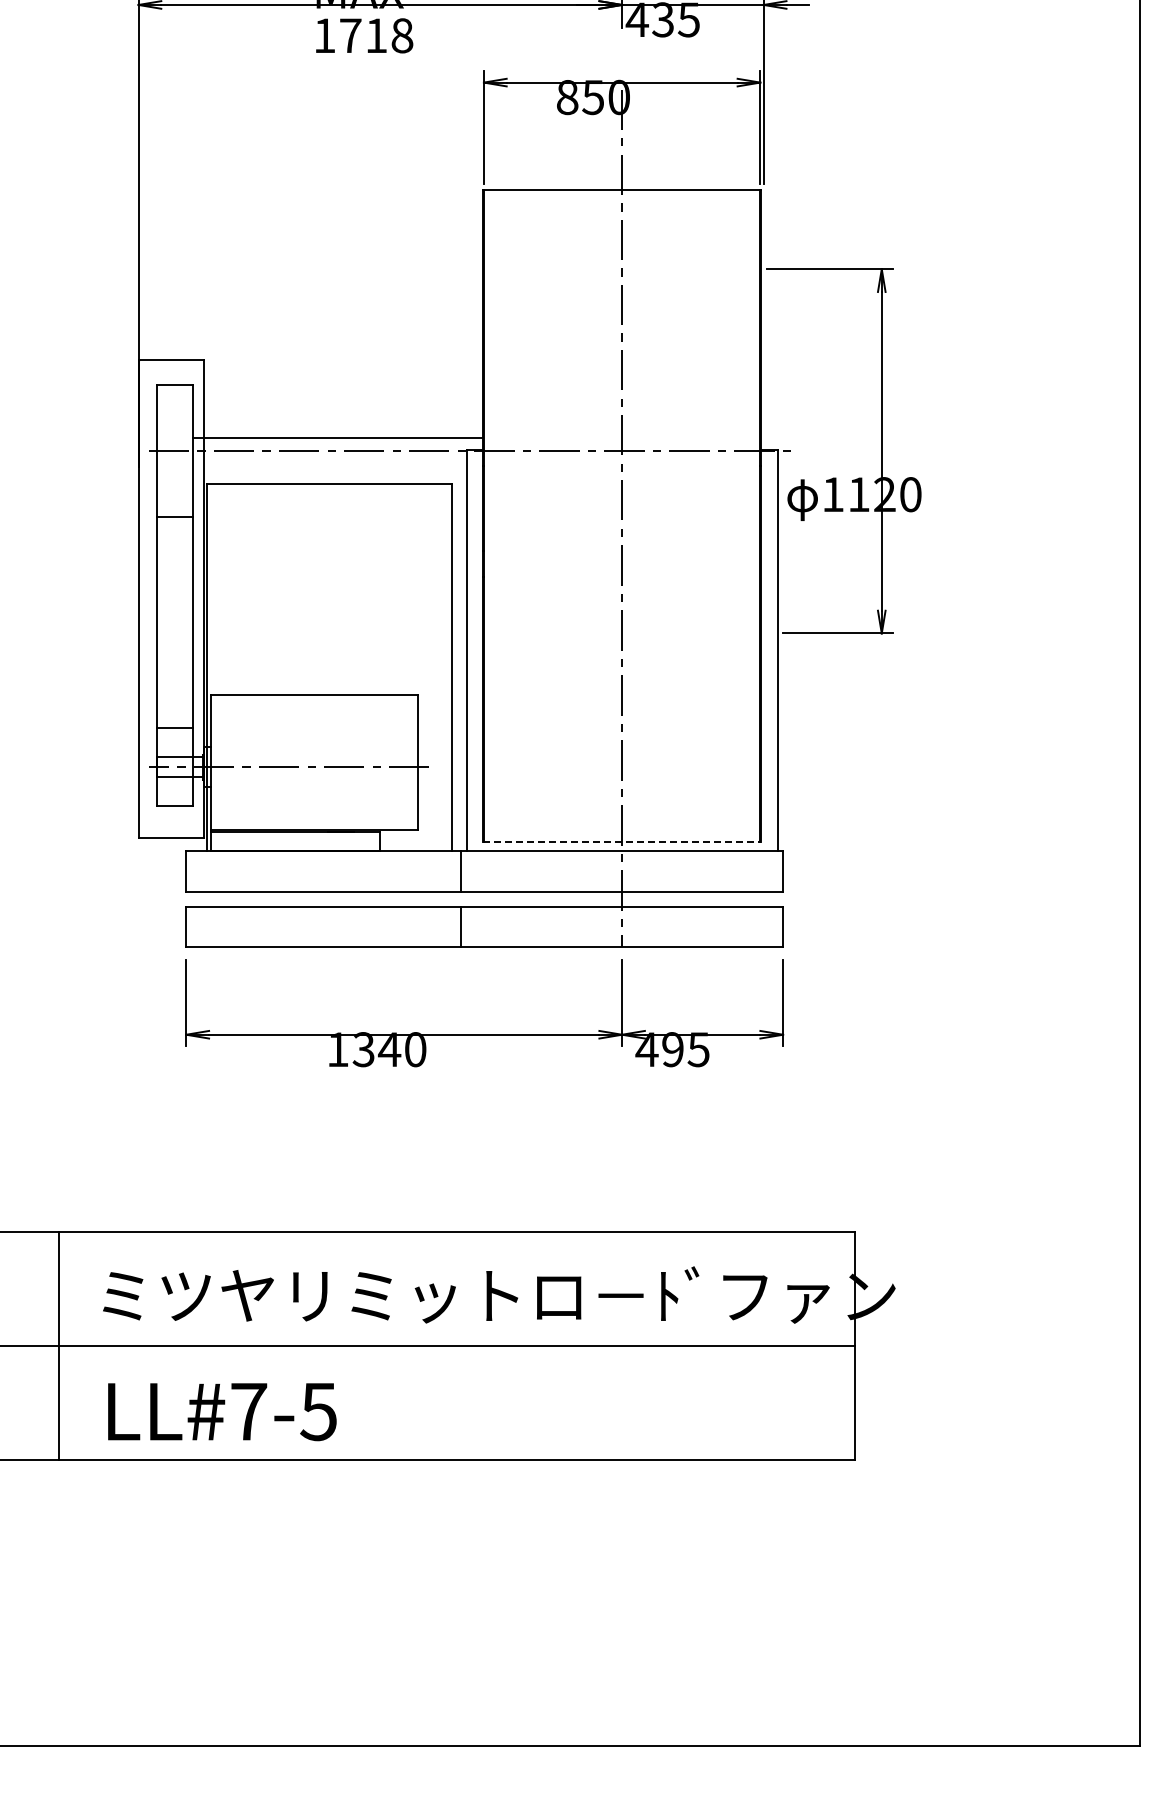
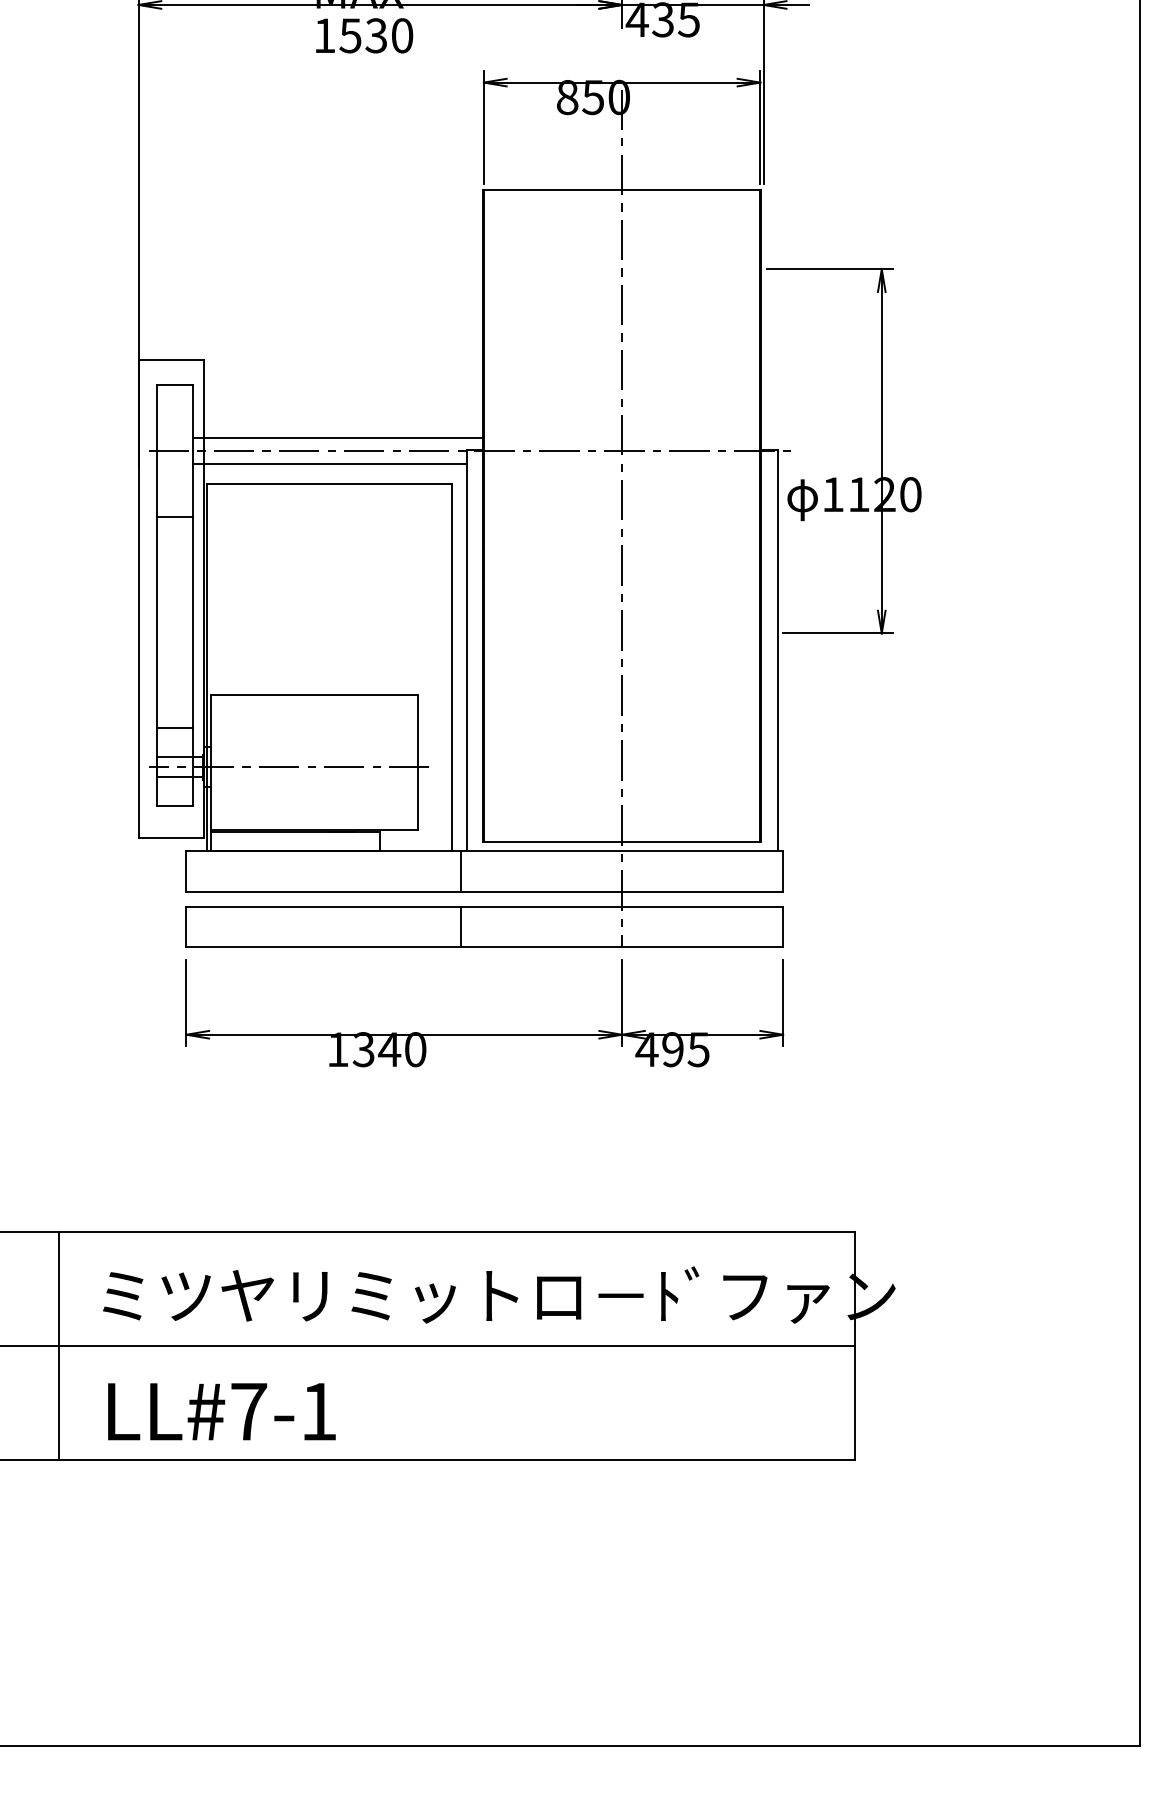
text at (376, 35): 1718 -> 1530
line at (329, 464): none -> present
line at (621, 841): dashed -> solid
text at (318, 1412): LL#7-5 -> LL#7-1
